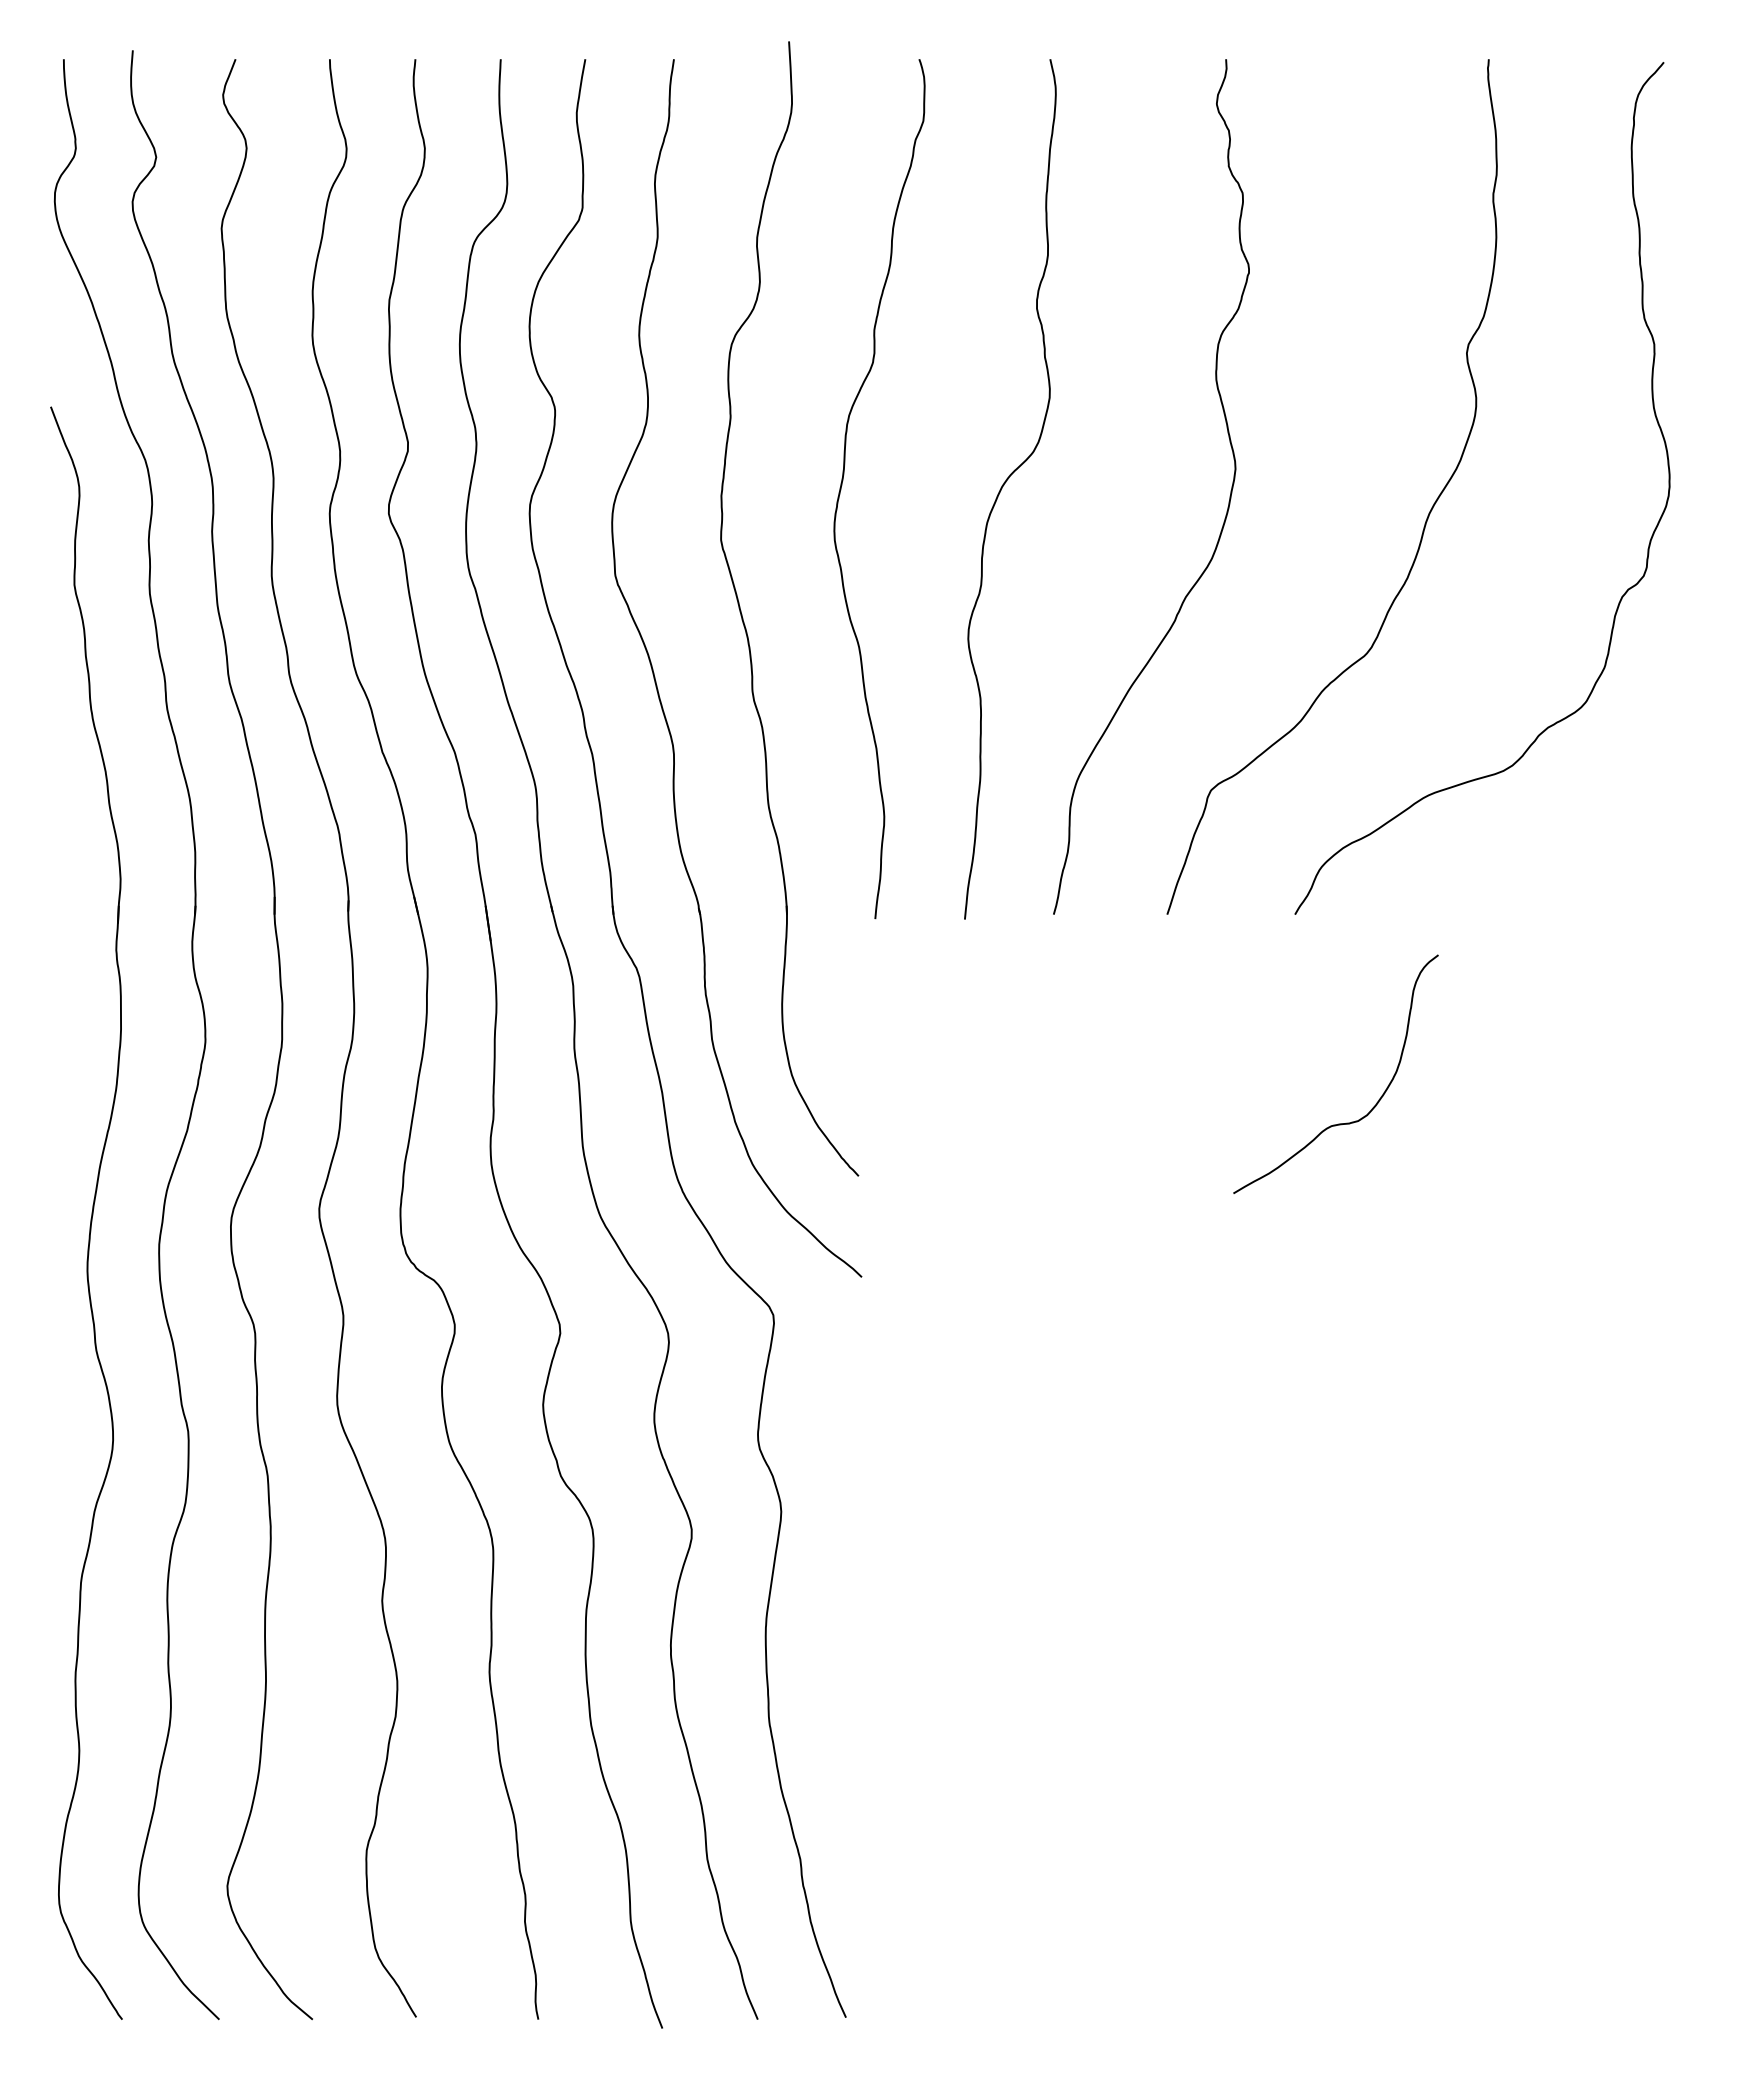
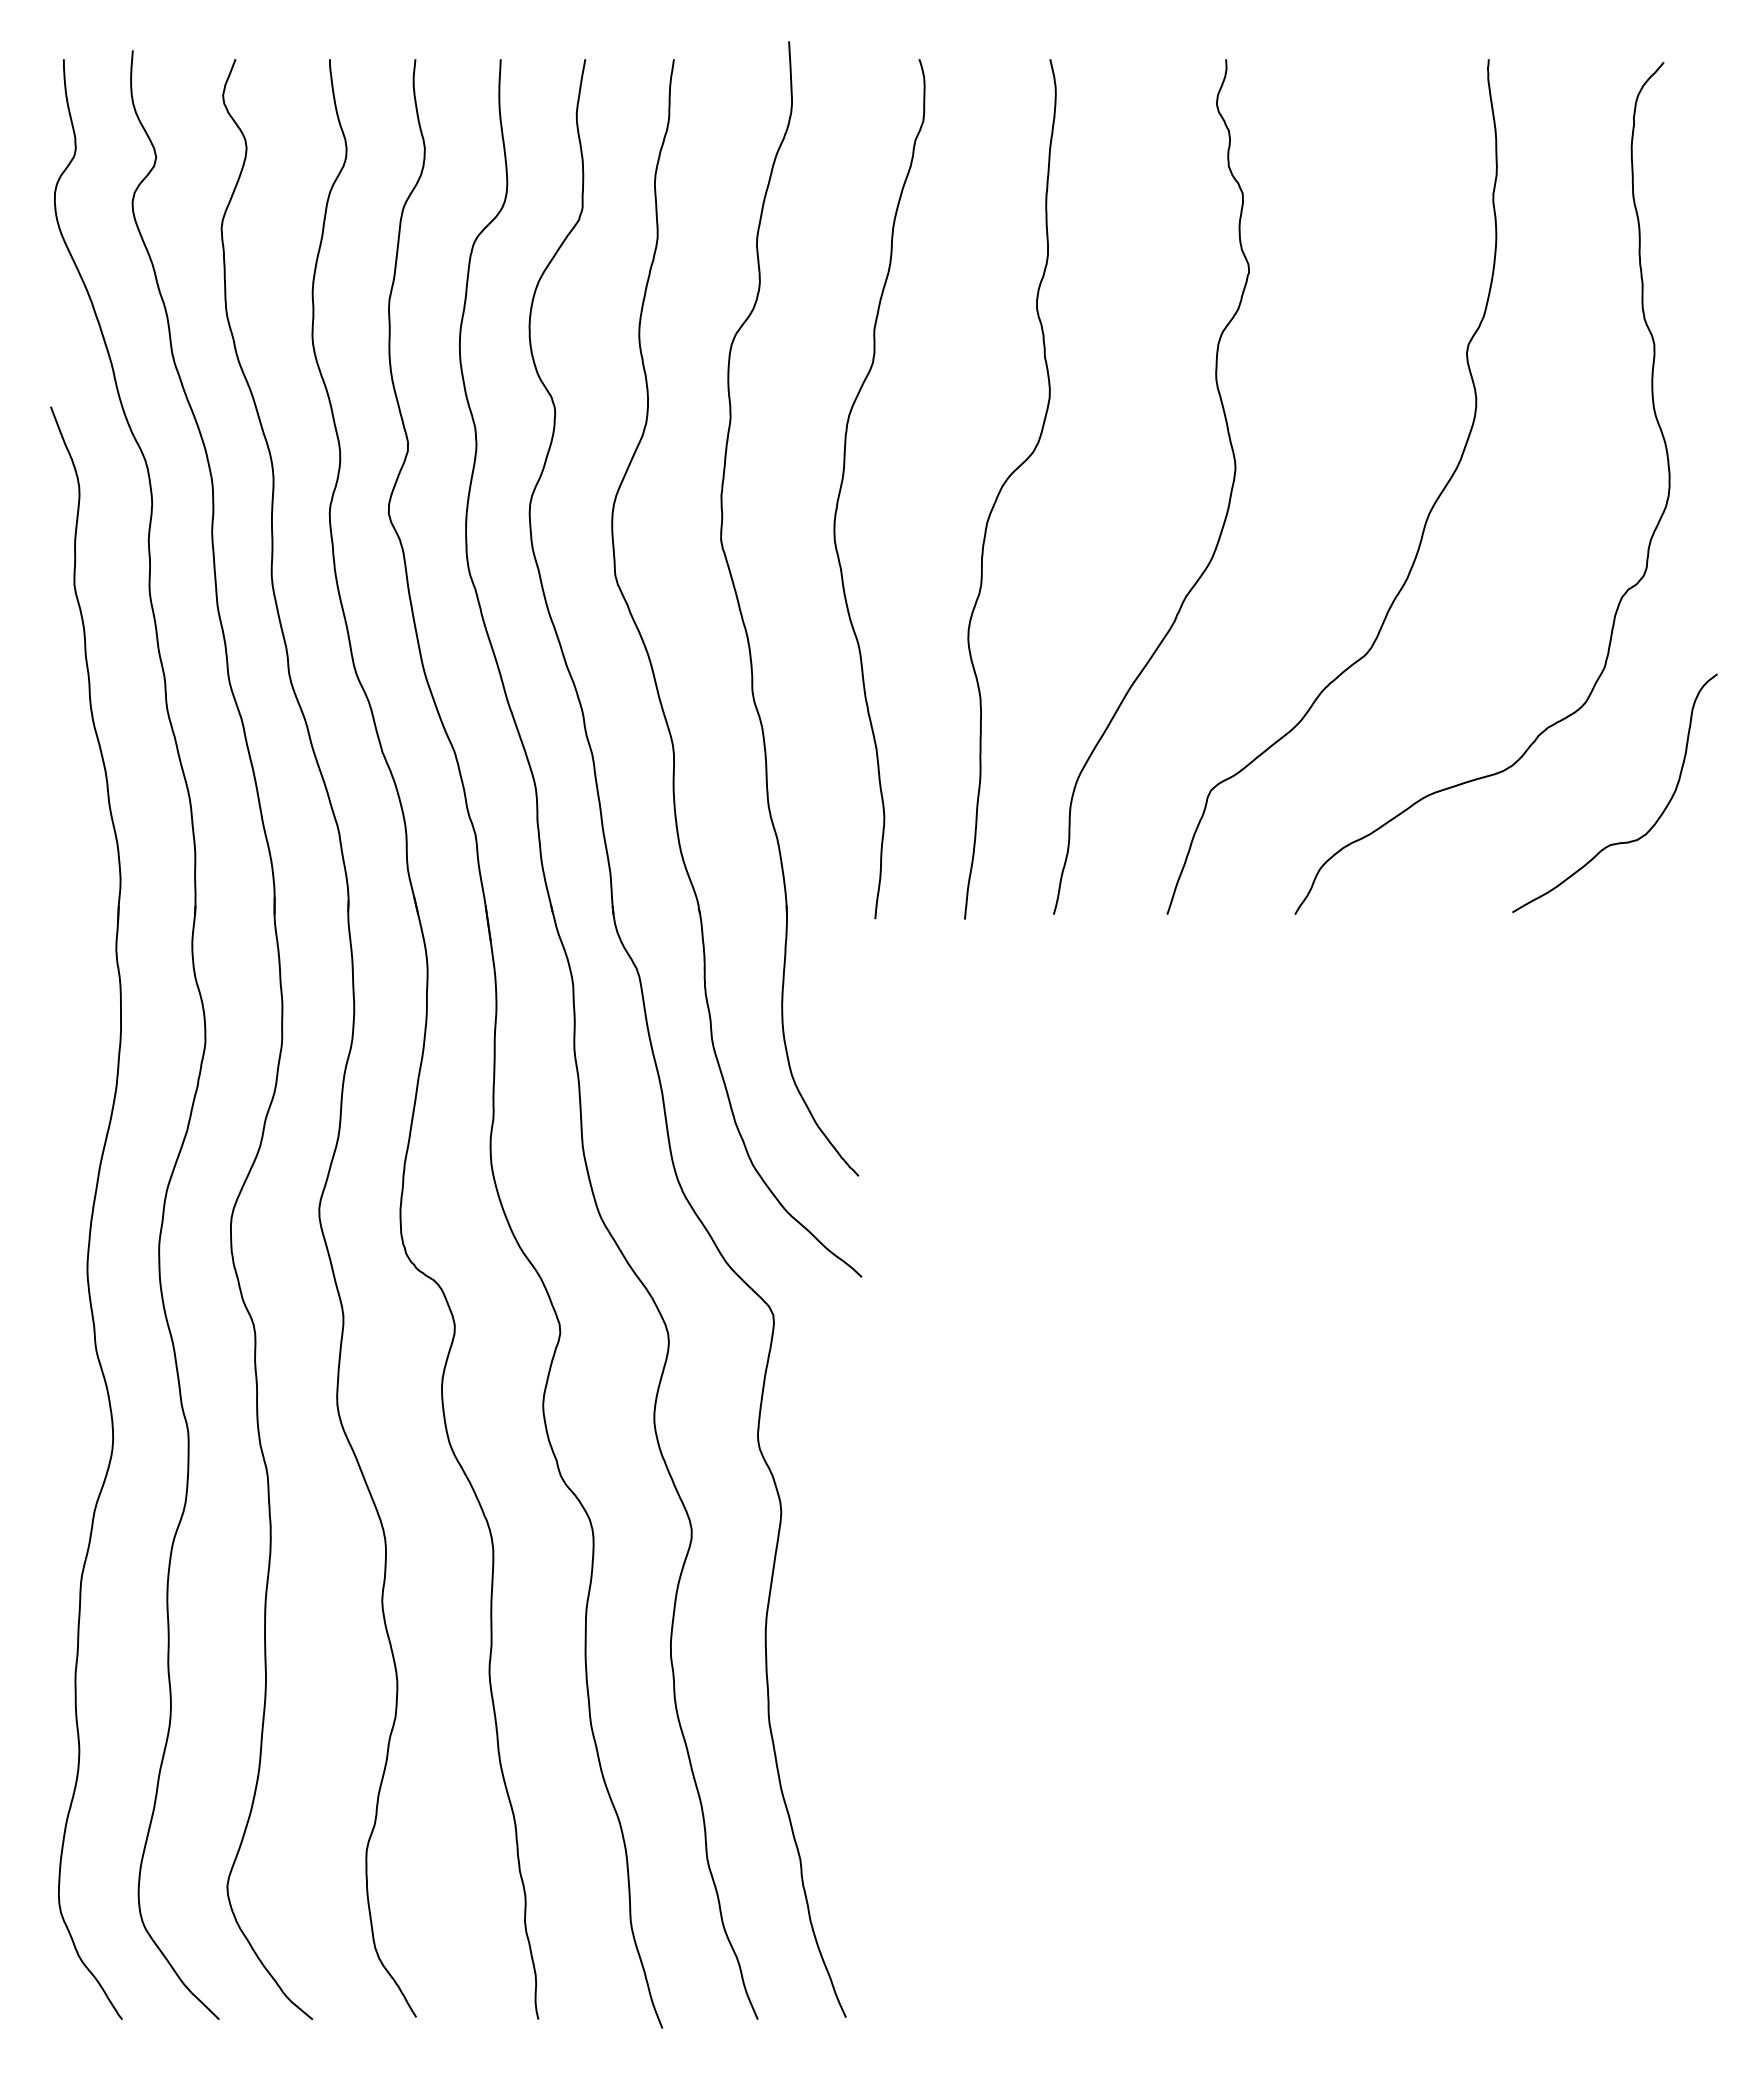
curve at (1338, 1123) position: (1338, 1123) -> (1617, 842)
